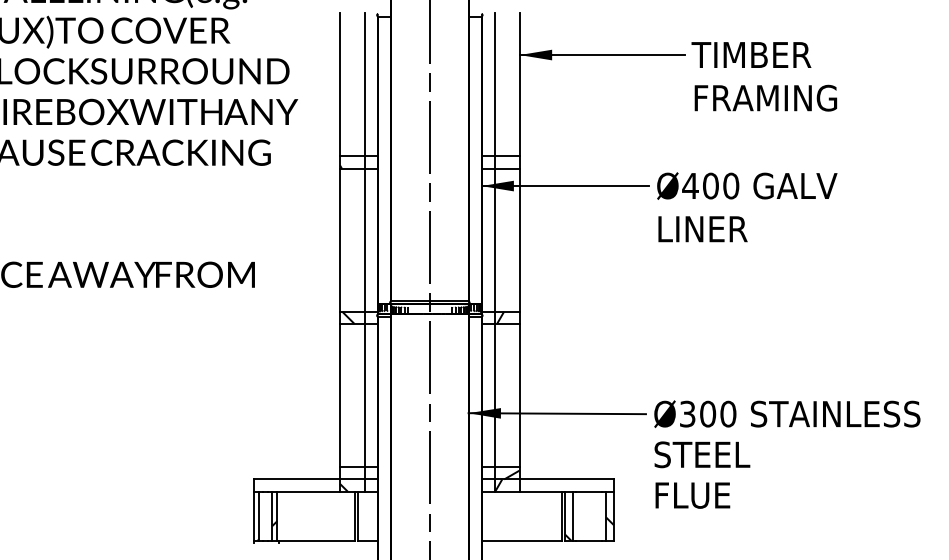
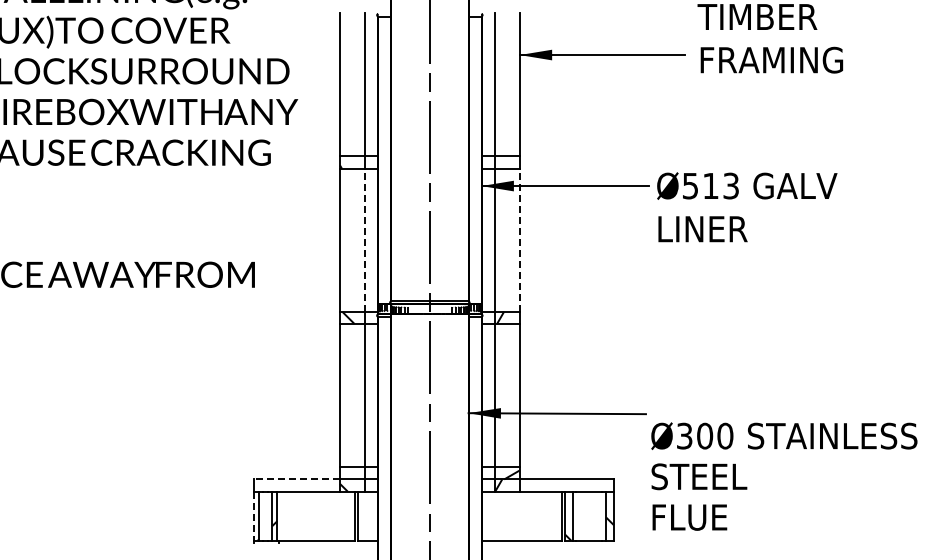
text at (764, 76) position: (764, 76) -> (770, 38)
text at (710, 185): Ø400 -> Ø513
line at (365, 240): solid -> dashed
line at (519, 240): solid -> dashed
text at (787, 454) position: (787, 454) -> (784, 476)
line at (297, 479): solid -> dashed
line at (254, 516): solid -> dashed
